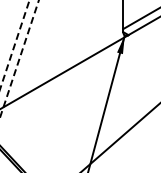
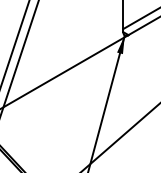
line at (14, 44): dashed -> solid
line at (19, 59): dashed -> solid
